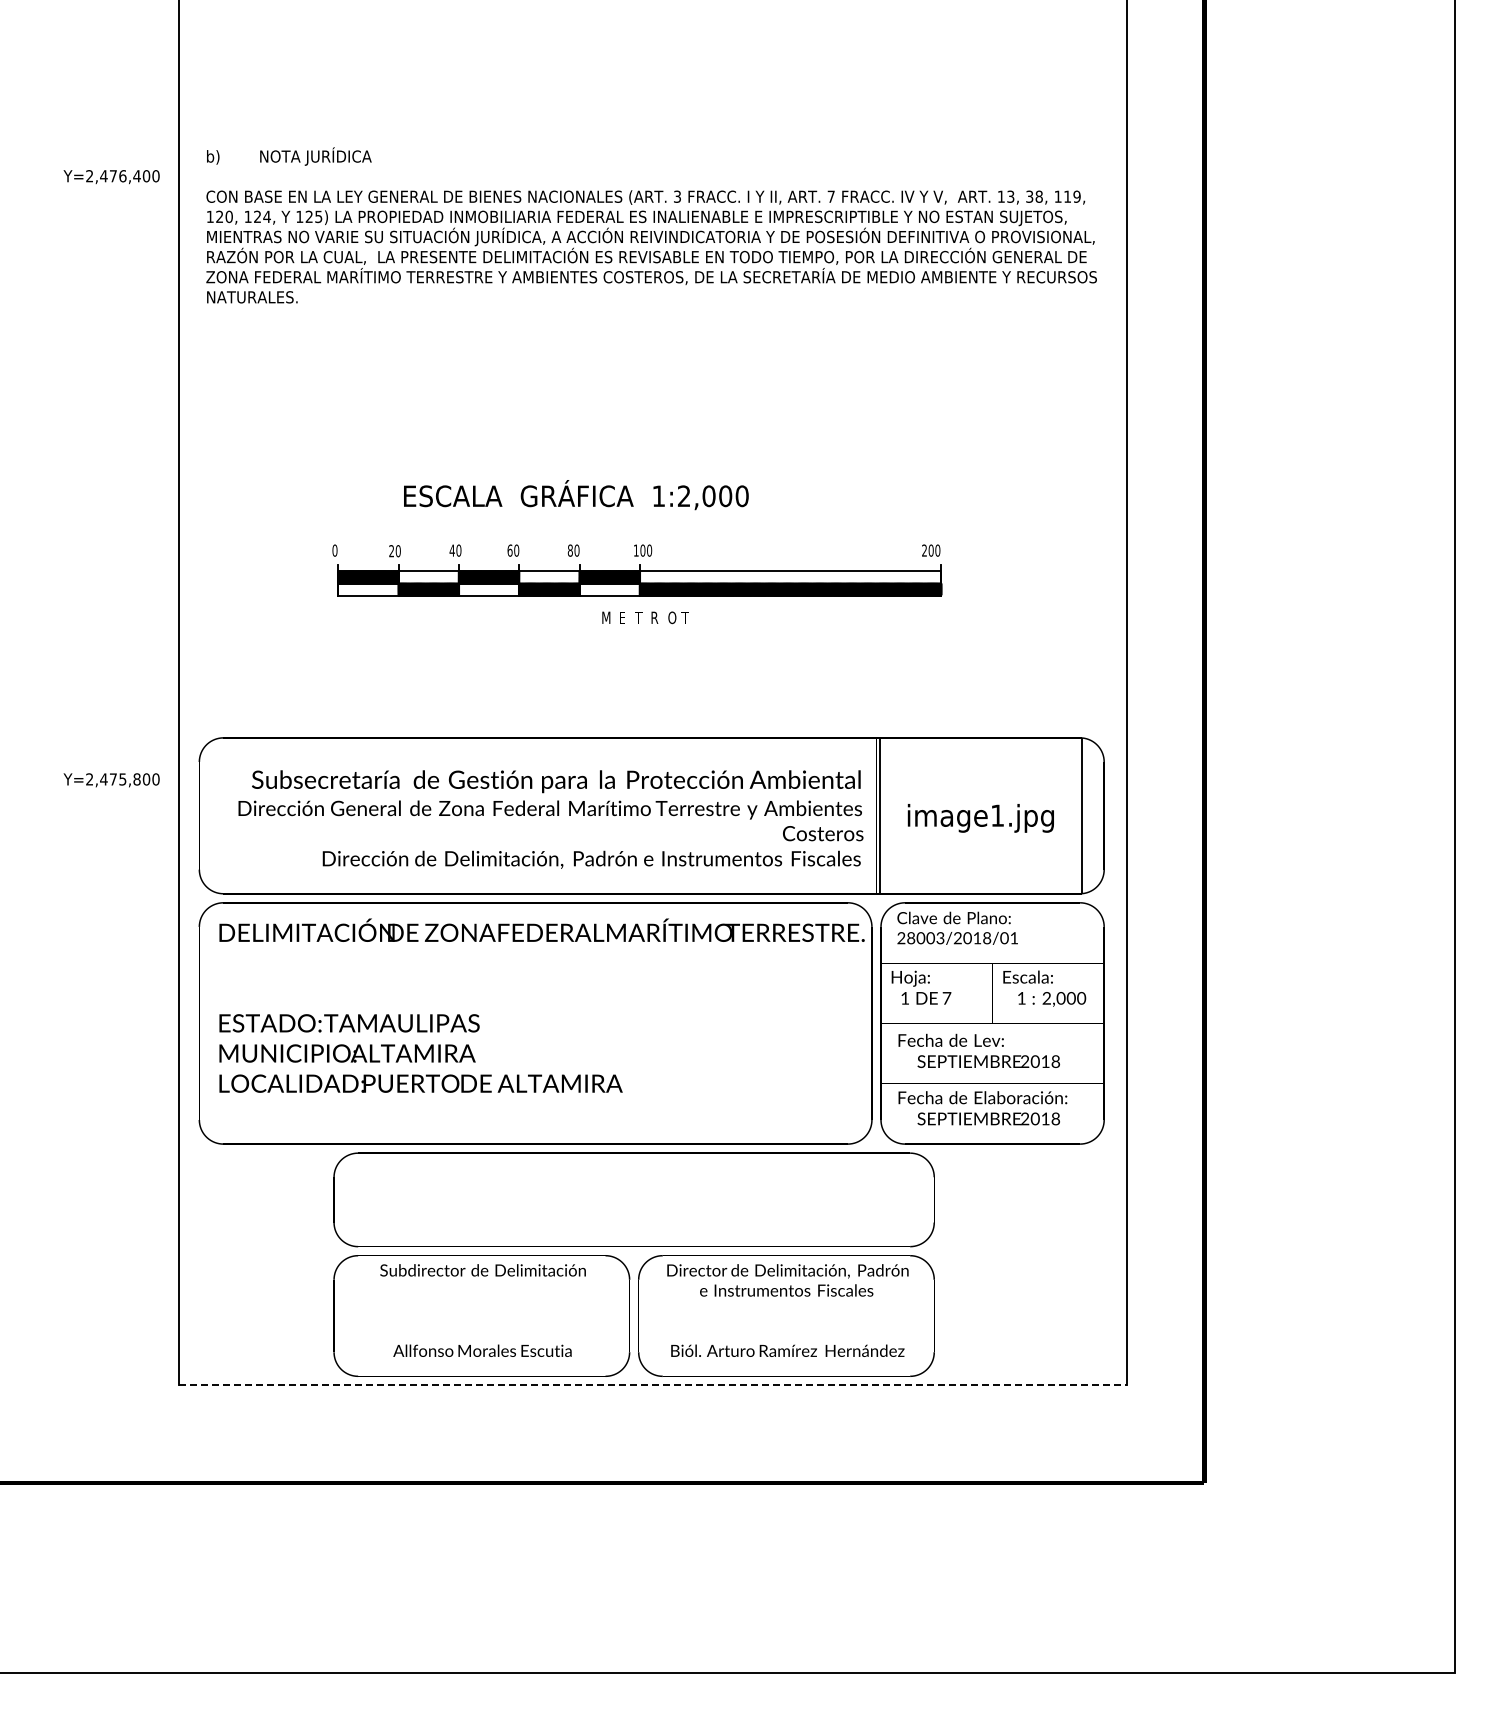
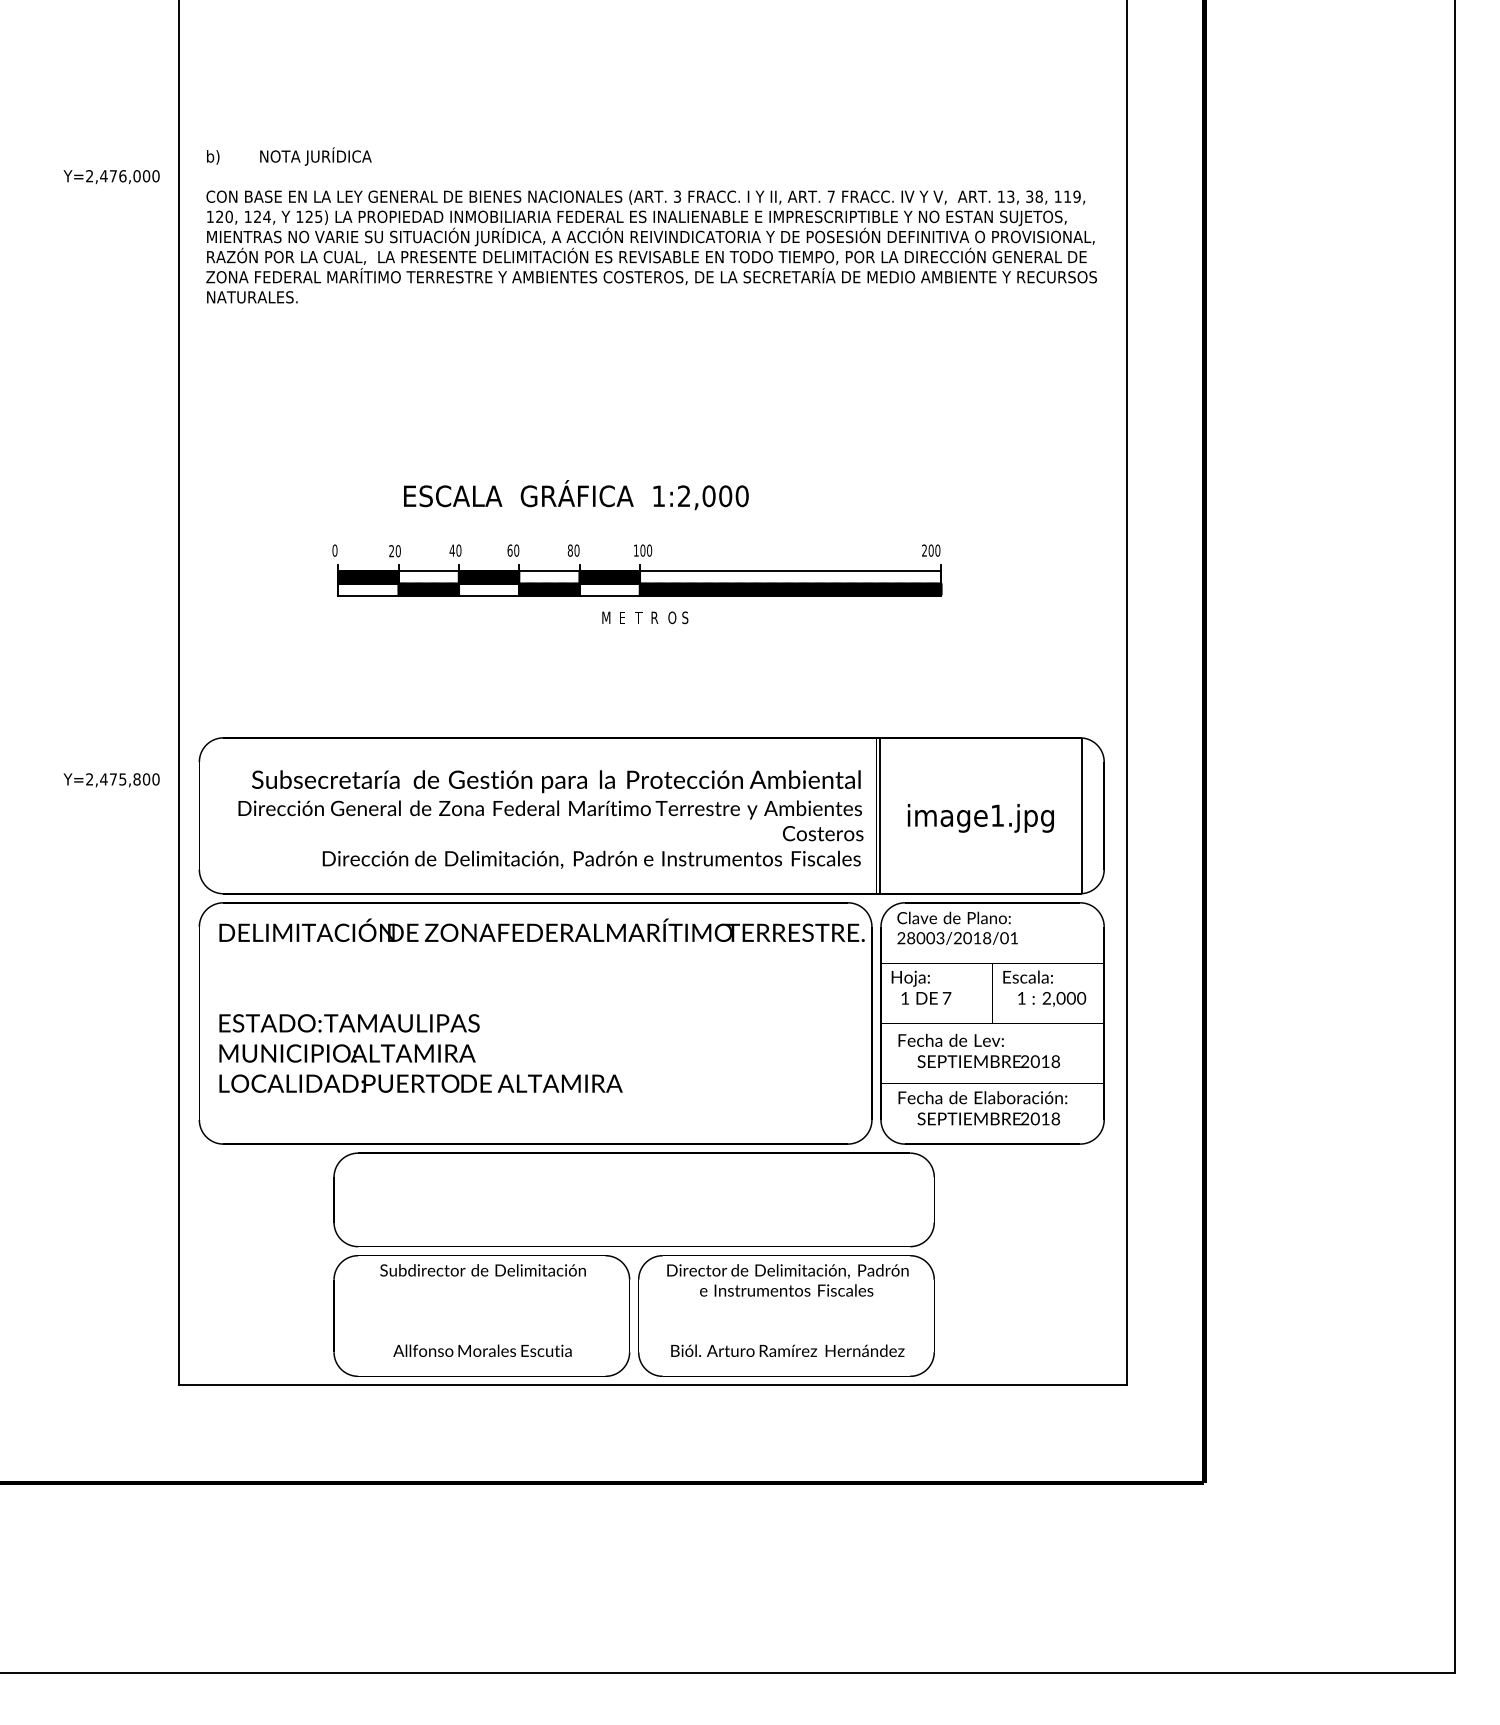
text at (136, 176): Y=2,476,400 -> Y=2,476,000
text at (684, 617): T -> S
line at (653, 1384): dashed -> solid
